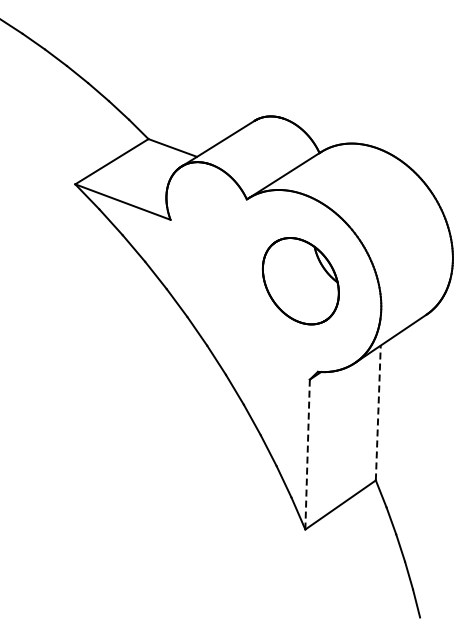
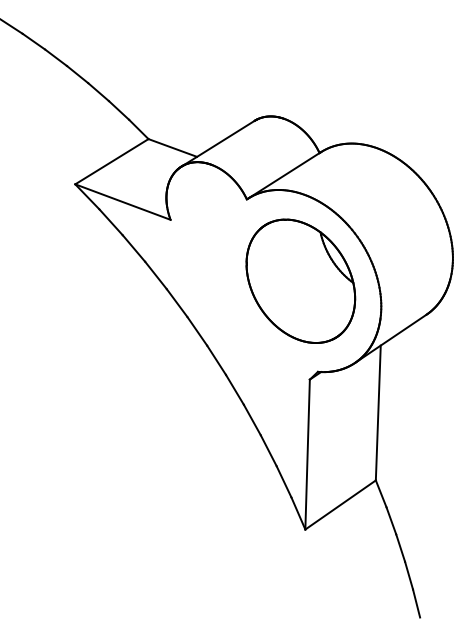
part at (300, 281) size: 78x89 px -> 112x126 px
line at (378, 412): dashed -> solid
line at (307, 454): dashed -> solid
